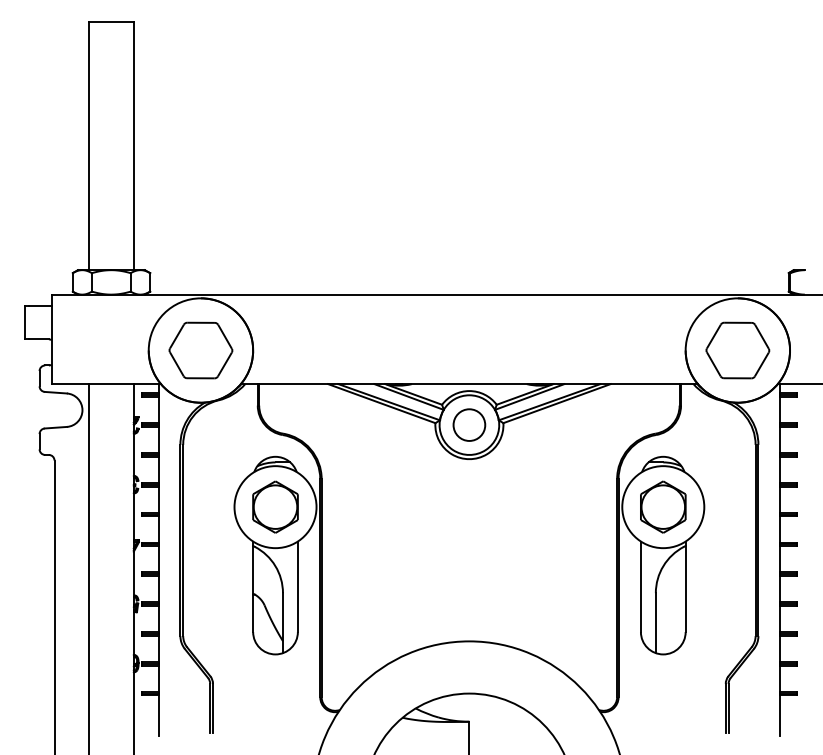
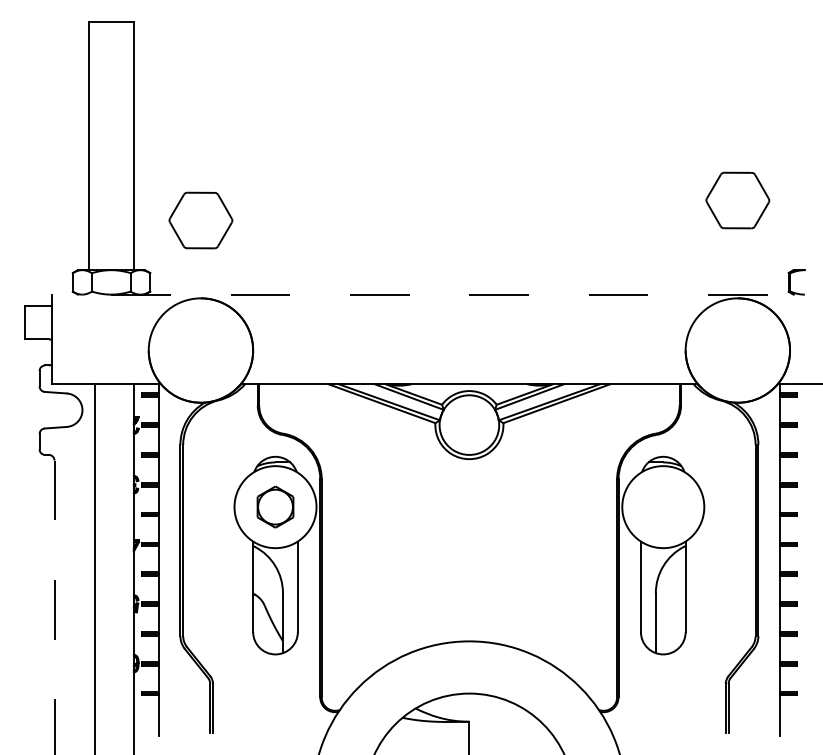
line at (436, 294): solid -> dashed
part at (200, 350) position: (200, 350) -> (200, 220)
part at (737, 350) position: (737, 350) -> (737, 200)
circle at (469, 424): present -> none
part at (275, 506) size: 47x54 px -> 39x44 px
part at (663, 506): present -> none
line at (89, 567) position: (89, 567) -> (95, 567)
line at (54, 607): solid -> dashed
